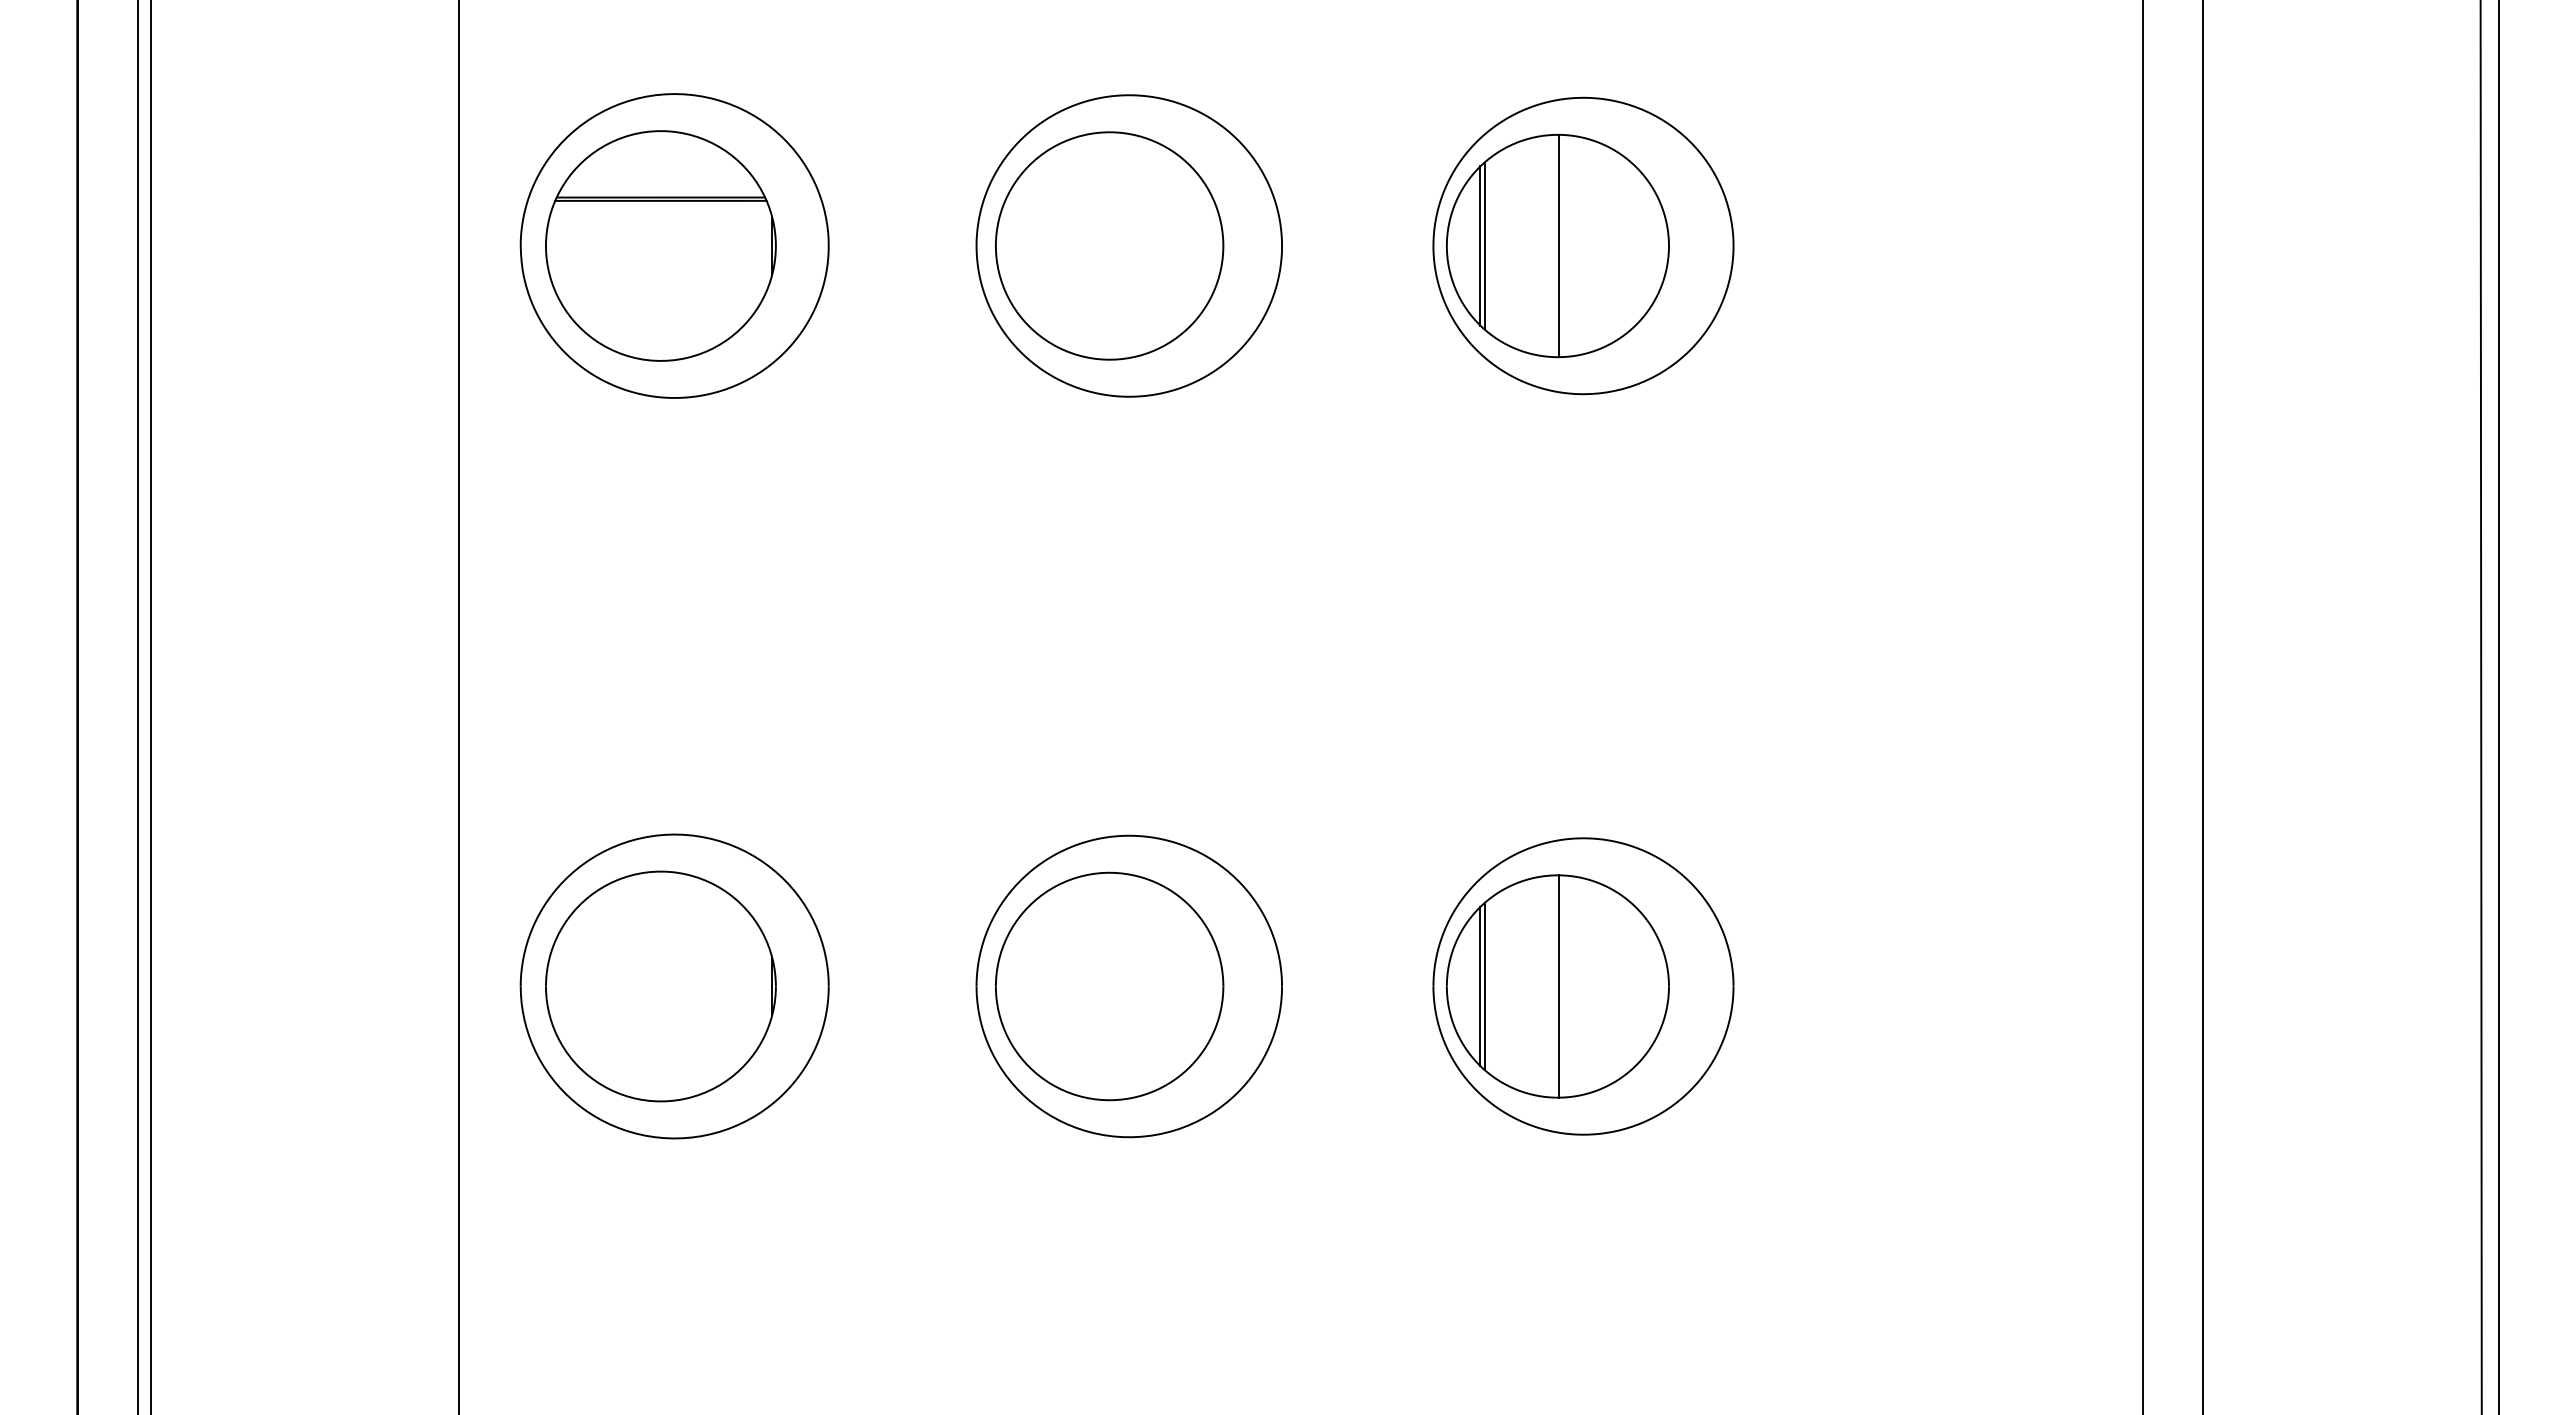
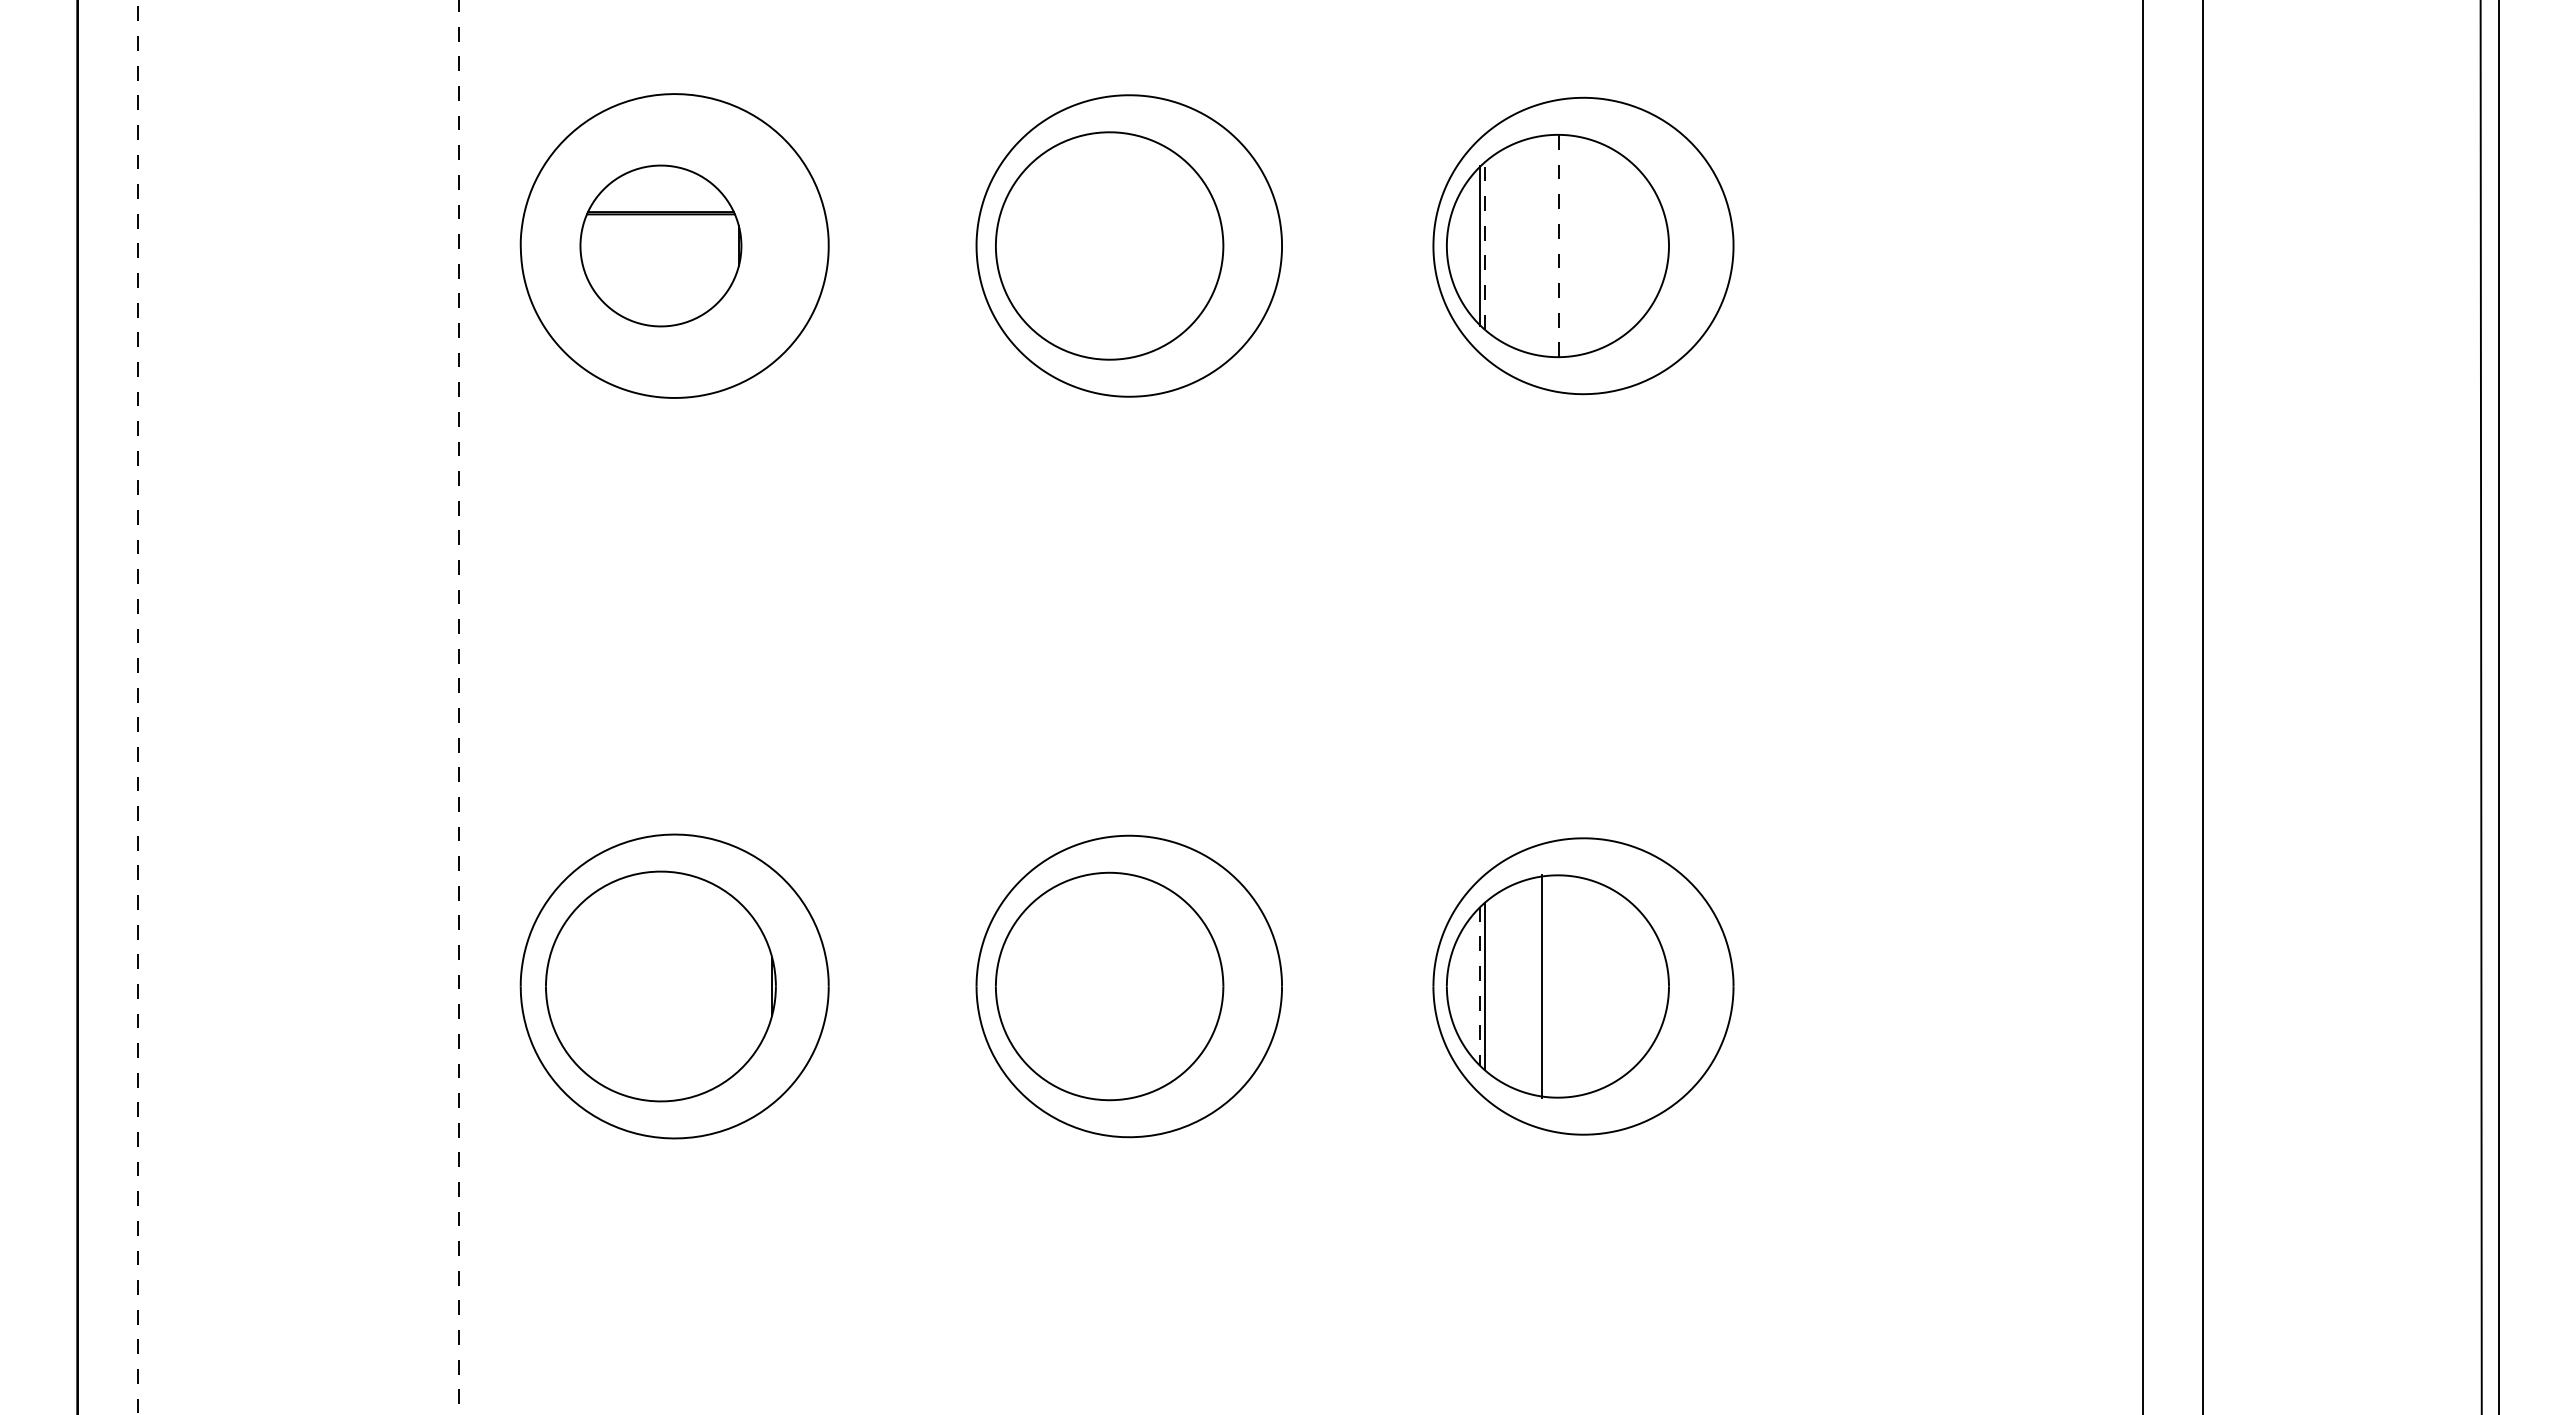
part at (660, 245) size: 232x232 px -> 164x164 px
line at (1484, 245): solid -> dashed
line at (1559, 245): solid -> dashed
line at (151, 706): present -> none
line at (459, 706): solid -> dashed
line at (137, 707): solid -> dashed
line at (1480, 986): solid -> dashed
line at (1559, 986) position: (1559, 986) -> (1542, 986)
